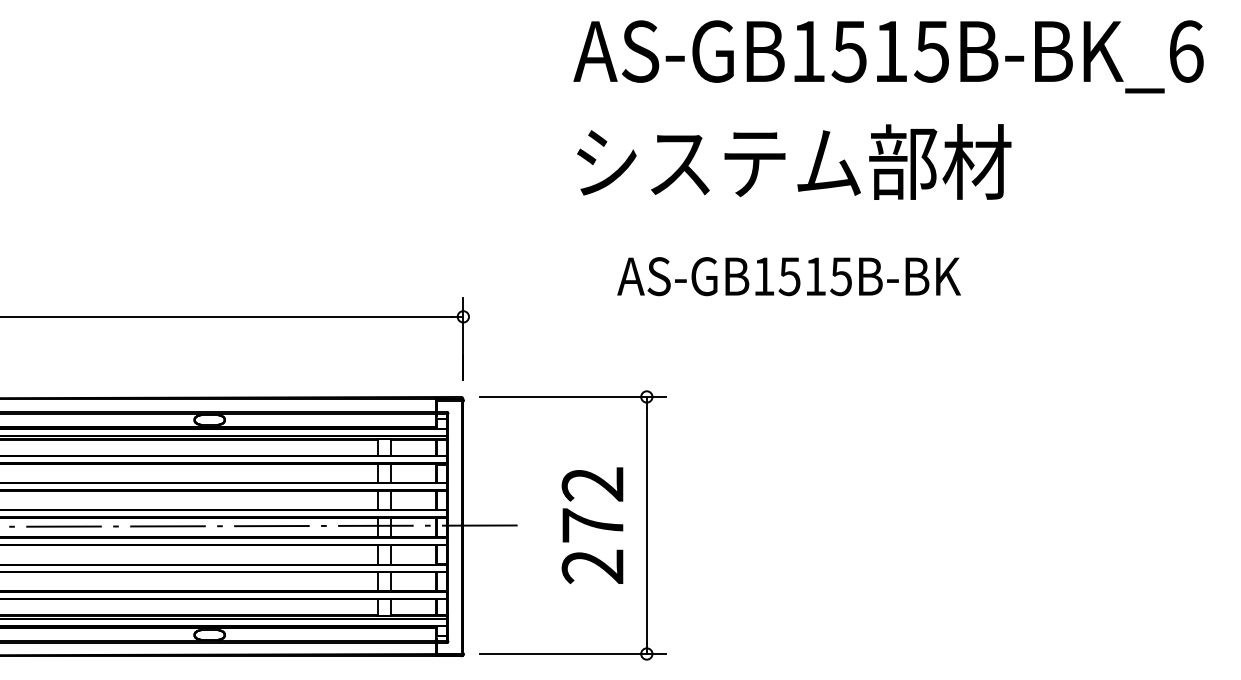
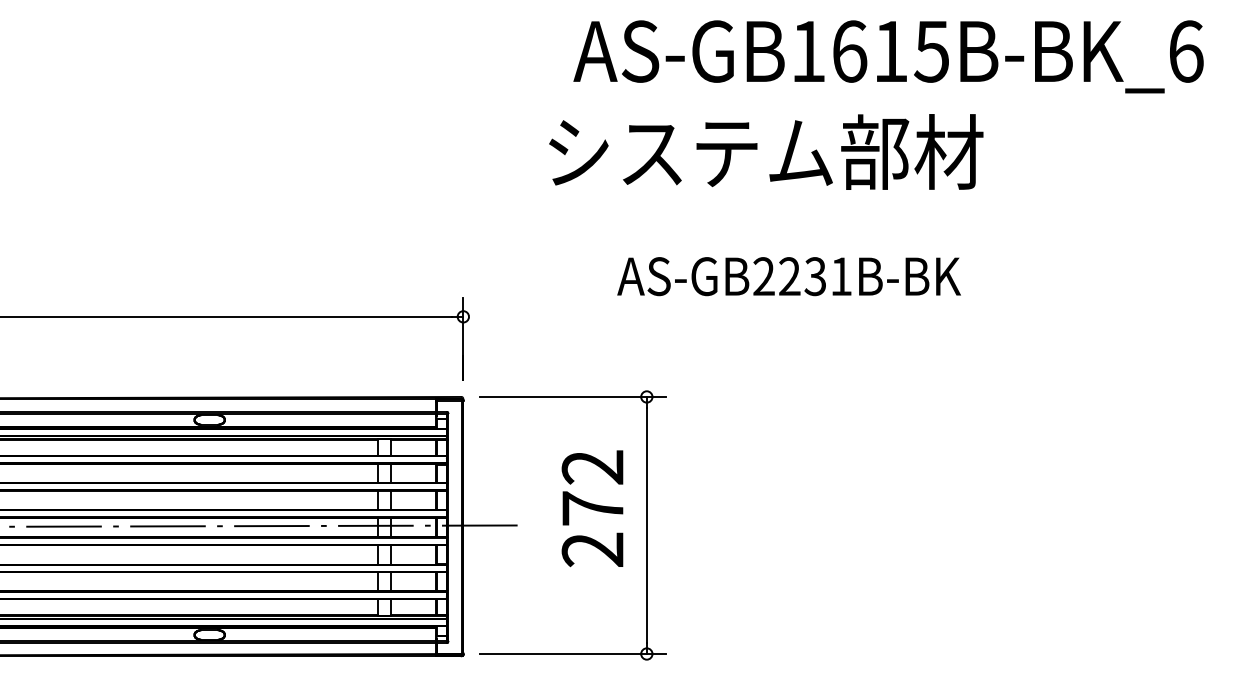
text at (849, 51): AS-GB1515B-BK_6 -> AS-GB1615B-BK_6
text at (794, 161) position: (794, 161) -> (766, 151)
text at (802, 276): AS-GB1515B-BK -> AS-GB2231B-BK
text at (592, 525) position: (592, 525) -> (592, 508)
